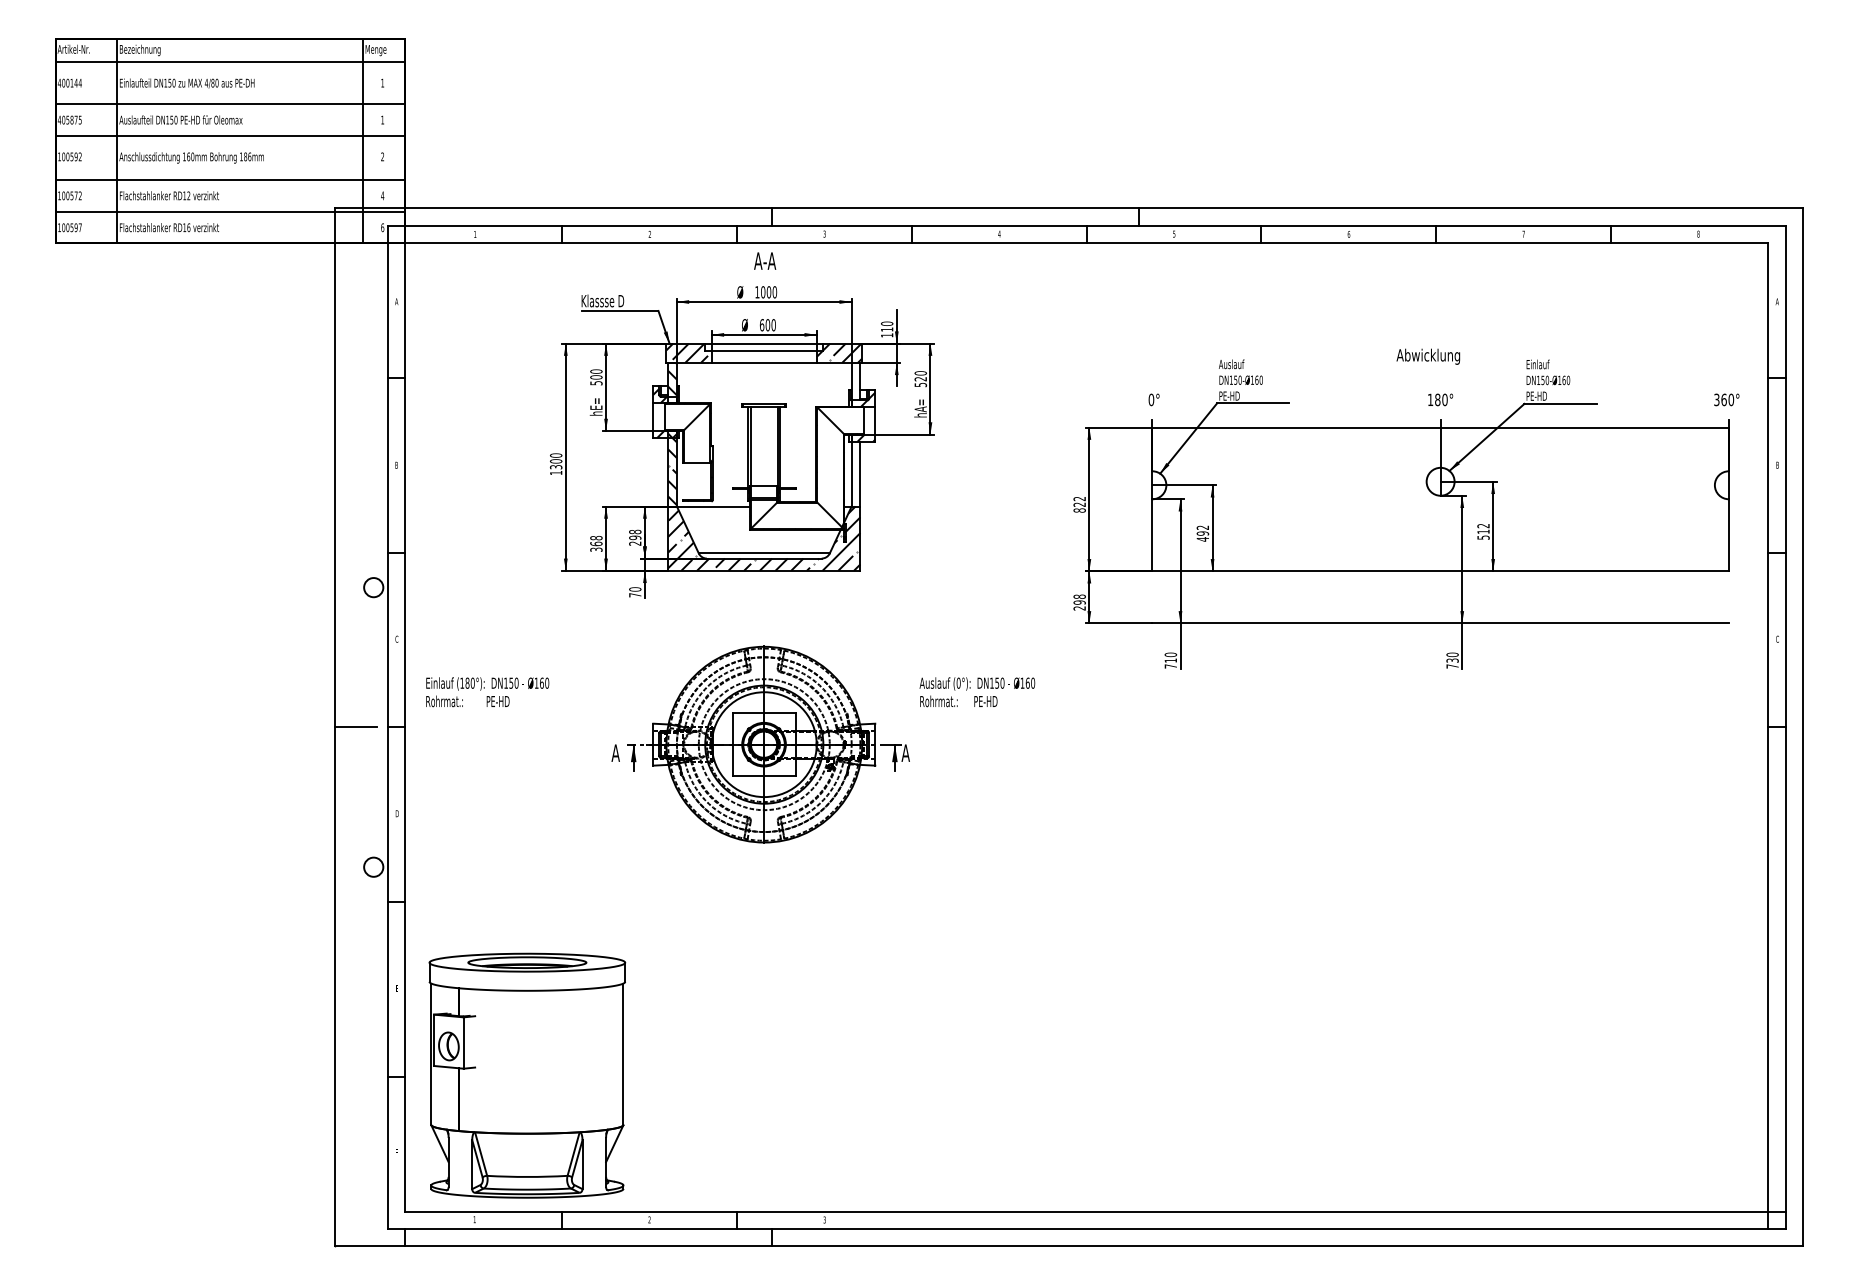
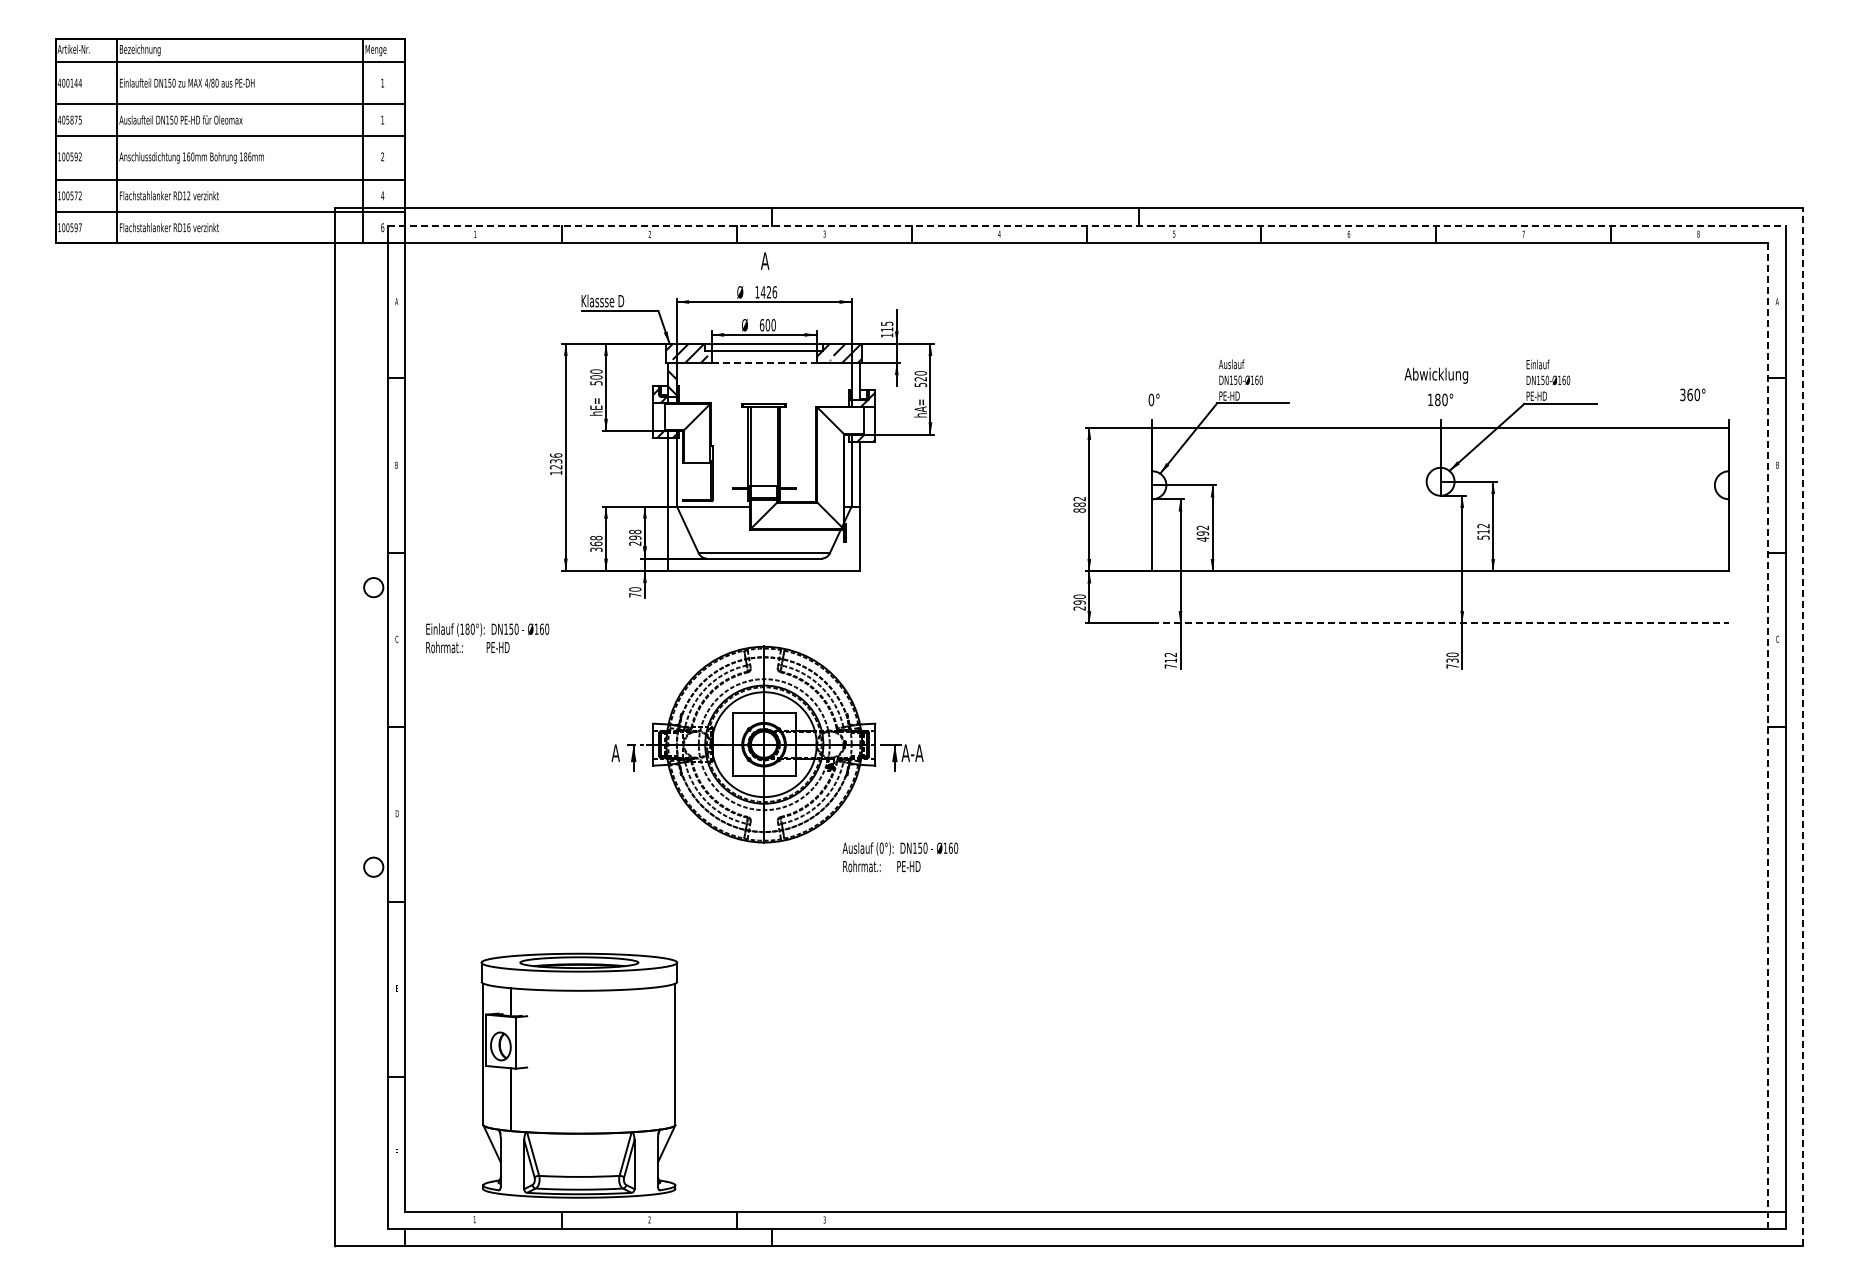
line at (1087, 225): solid -> dashed
text at (765, 260): A-A -> A
text at (768, 292): 1000 -> 1426
text at (887, 323): 110 -> 115
text at (1428, 356) position: (1428, 356) -> (1436, 375)
line at (764, 362): solid -> dashed
text at (1726, 399) position: (1726, 399) -> (1692, 394)
text at (556, 461): 1300 -> 1236
hatch at (672, 468): present -> none
text at (1079, 504): 822 -> 882
hatch at (764, 538): present -> none
text at (1079, 596): 298 -> 290
line at (1441, 623): solid -> dashed
text at (1170, 654): 710 -> 712
text at (487, 692) position: (487, 692) -> (487, 638)
text at (977, 692) position: (977, 692) -> (900, 857)
line at (1803, 726): solid -> dashed
line at (356, 727): present -> none
line at (1768, 736): solid -> dashed
text at (916, 752): A -> A-A
part at (527, 1075) position: (527, 1075) -> (579, 1075)
